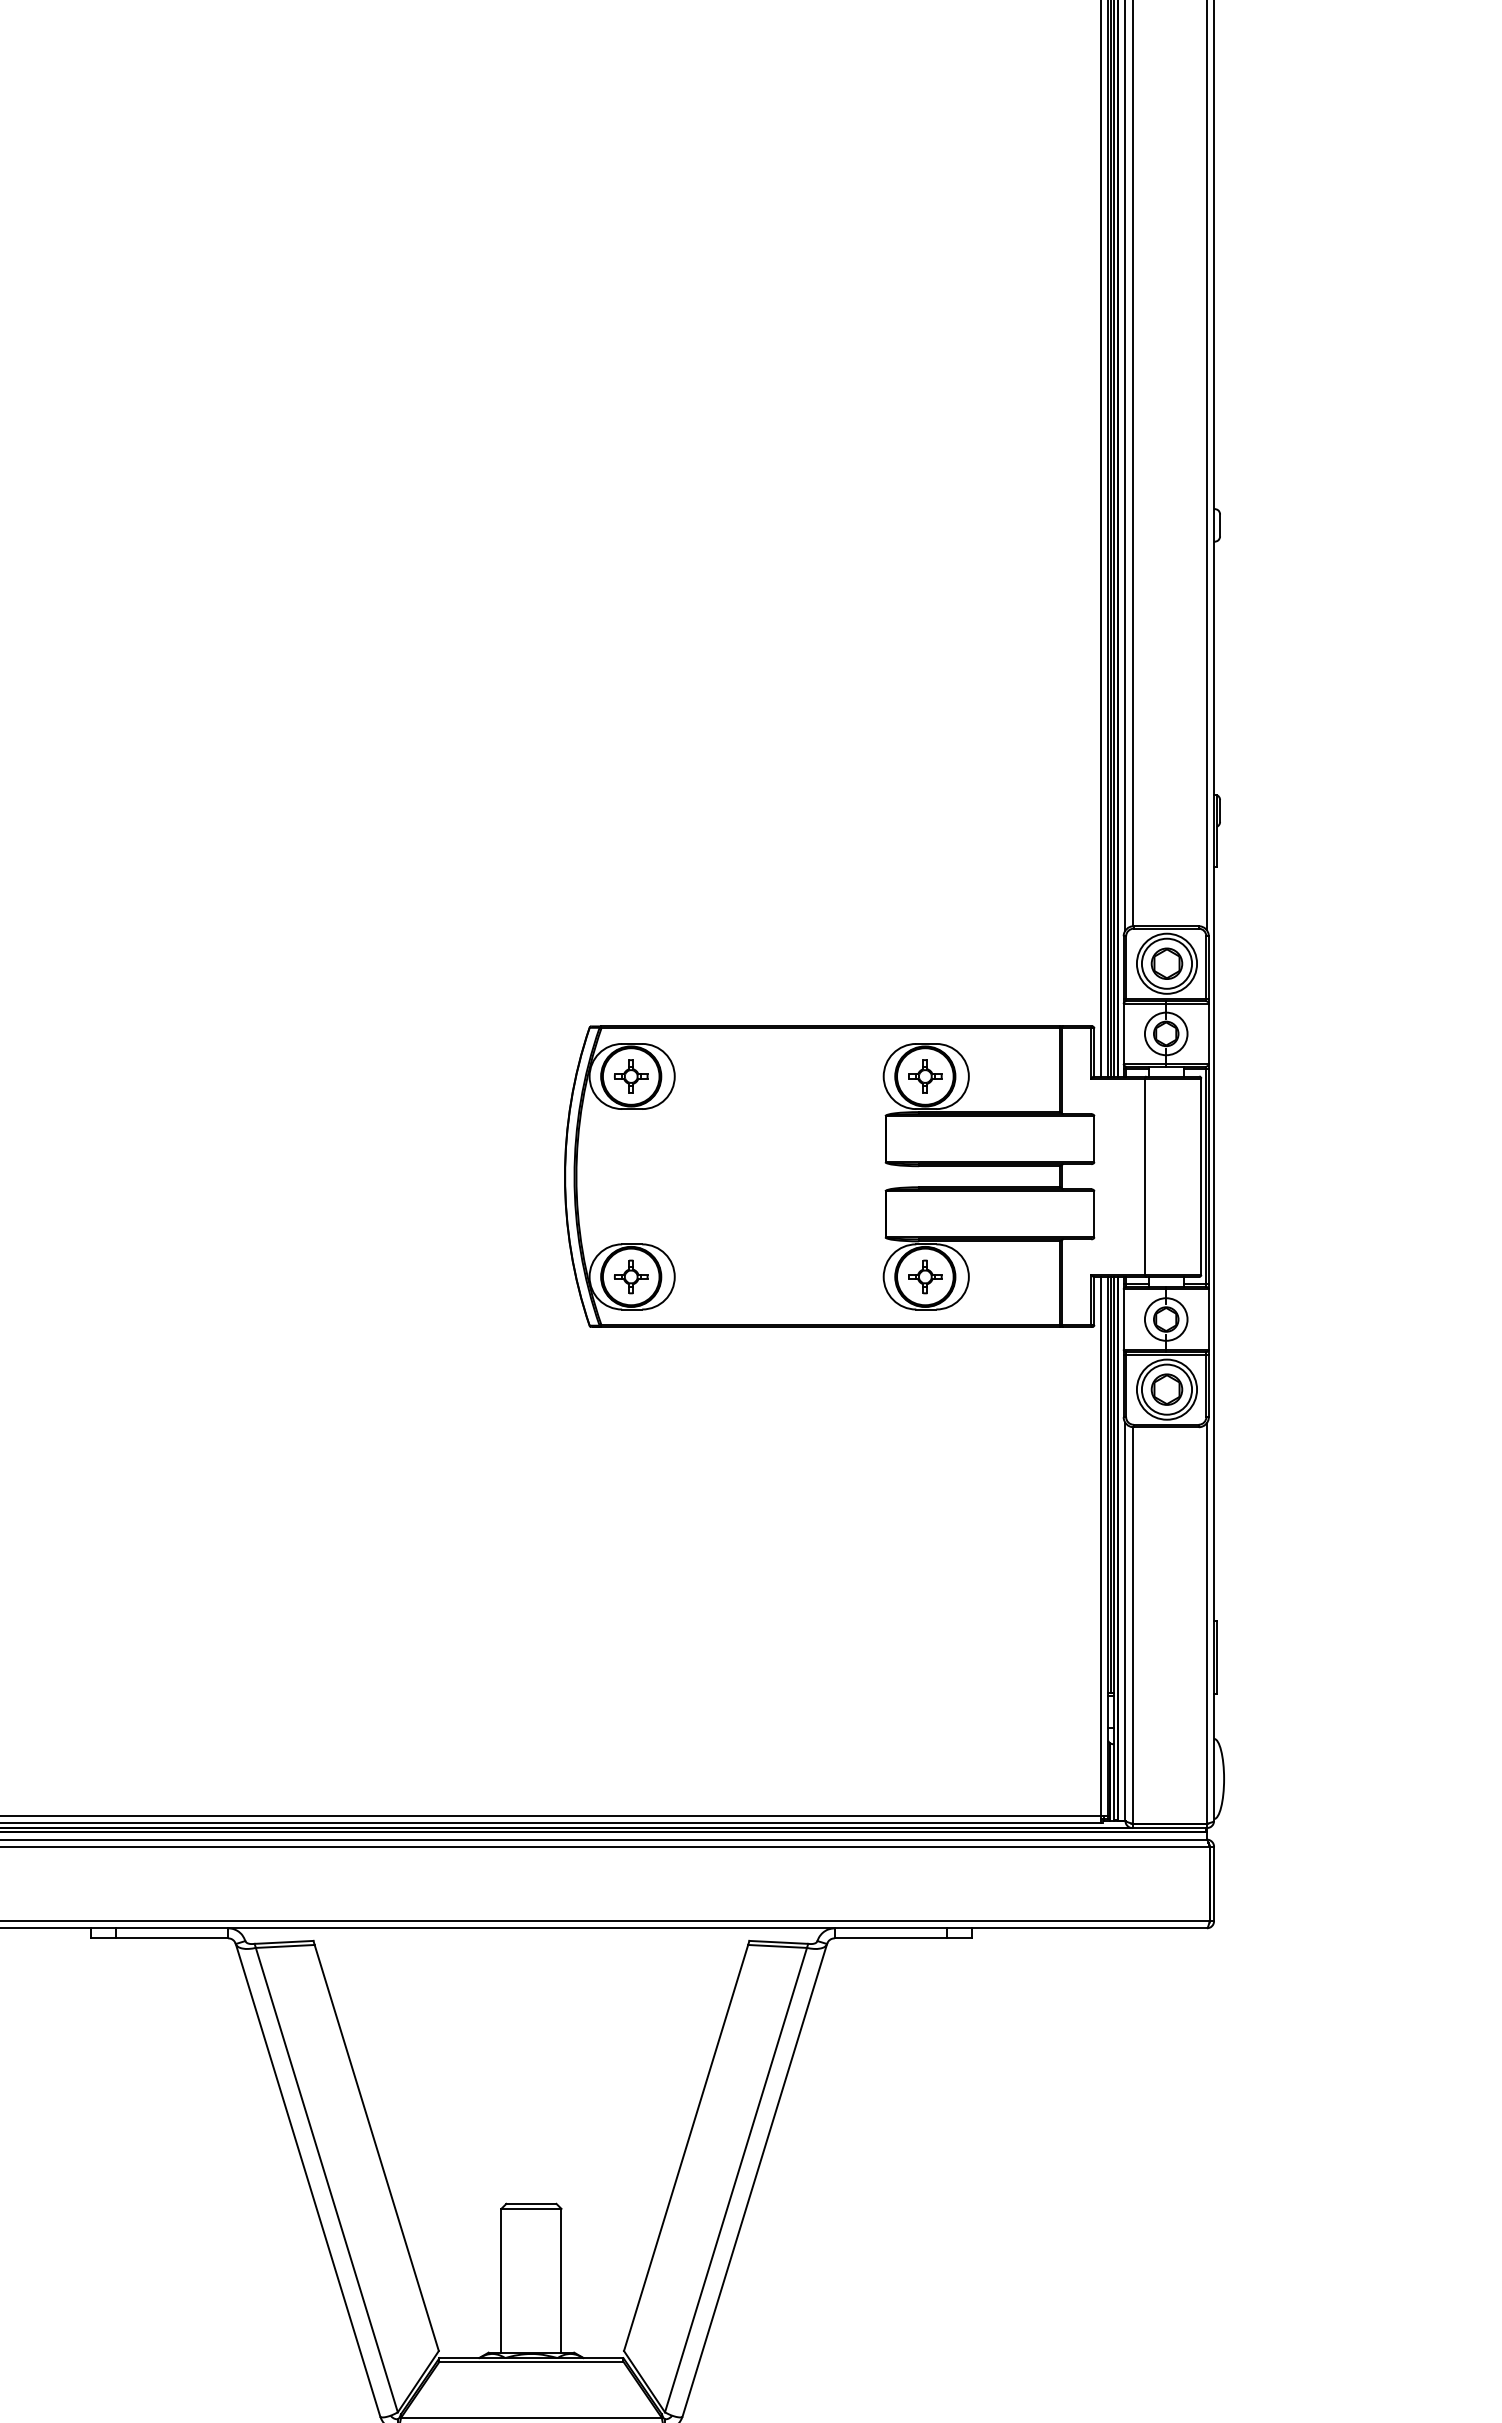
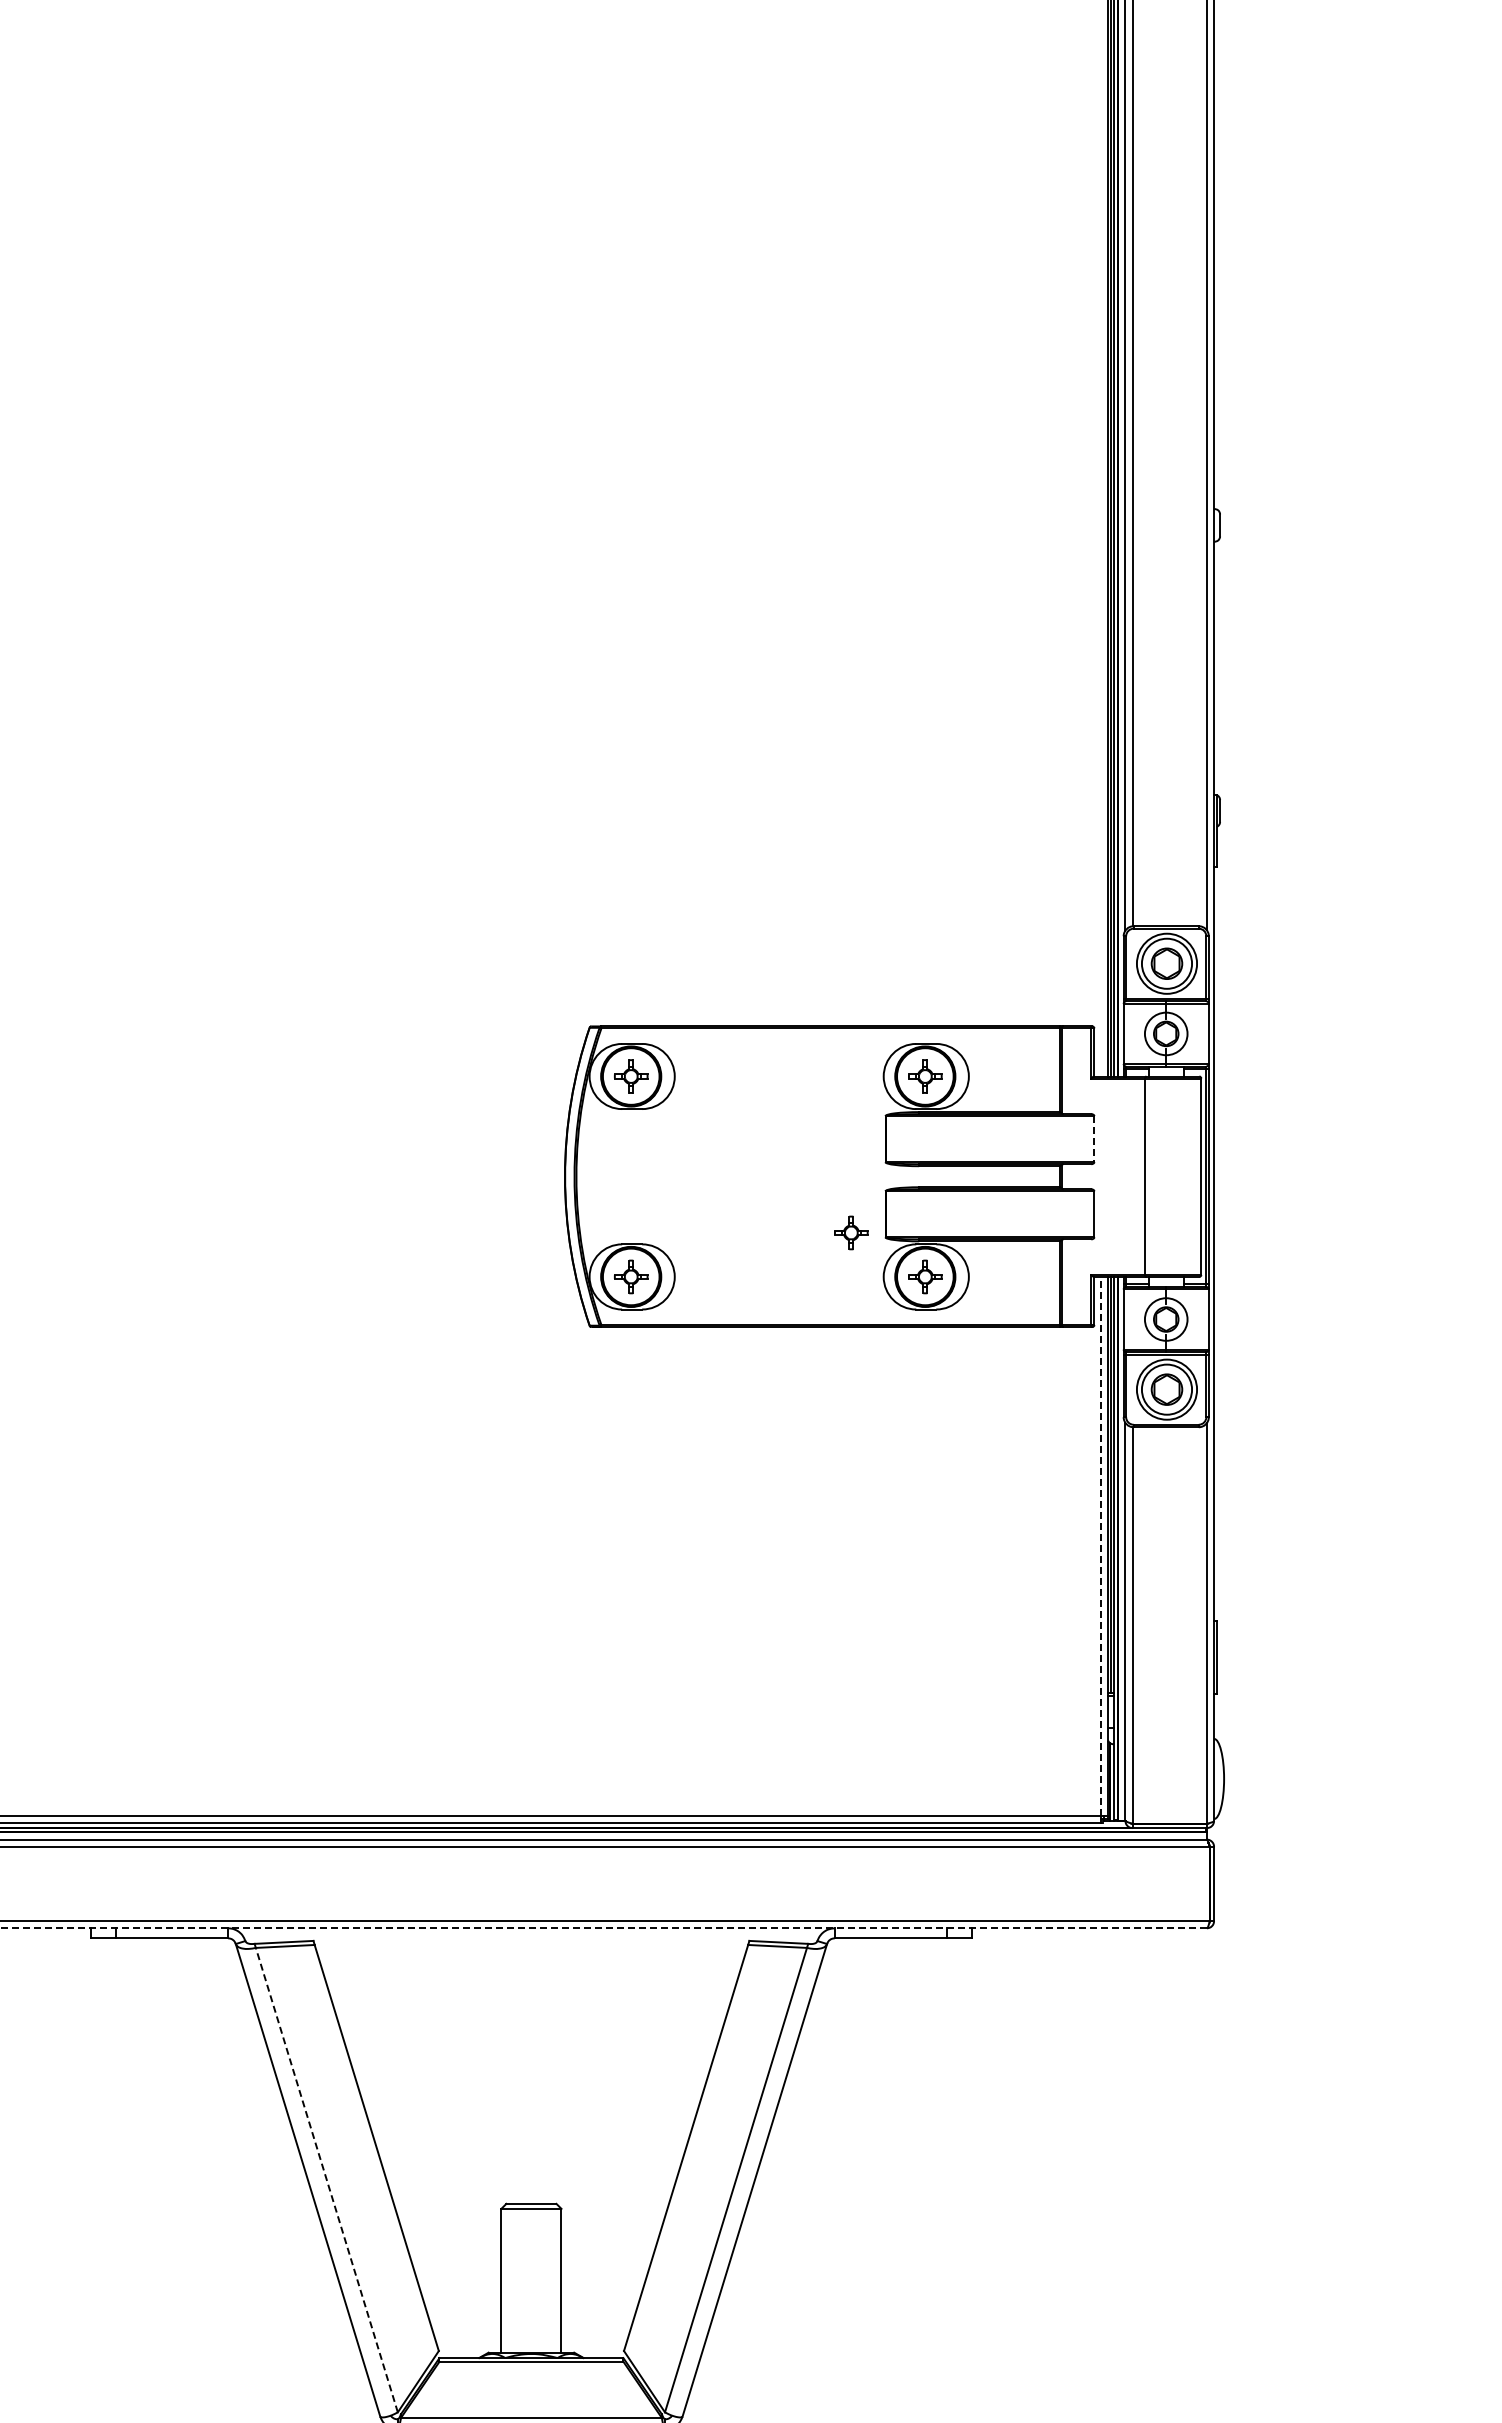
line at (1101, 539): present -> none
line at (1094, 1139): solid -> dashed
part at (851, 1232): none -> present
line at (1101, 1545): solid -> dashed
line at (602, 1928): solid -> dashed
line at (326, 2180): solid -> dashed
